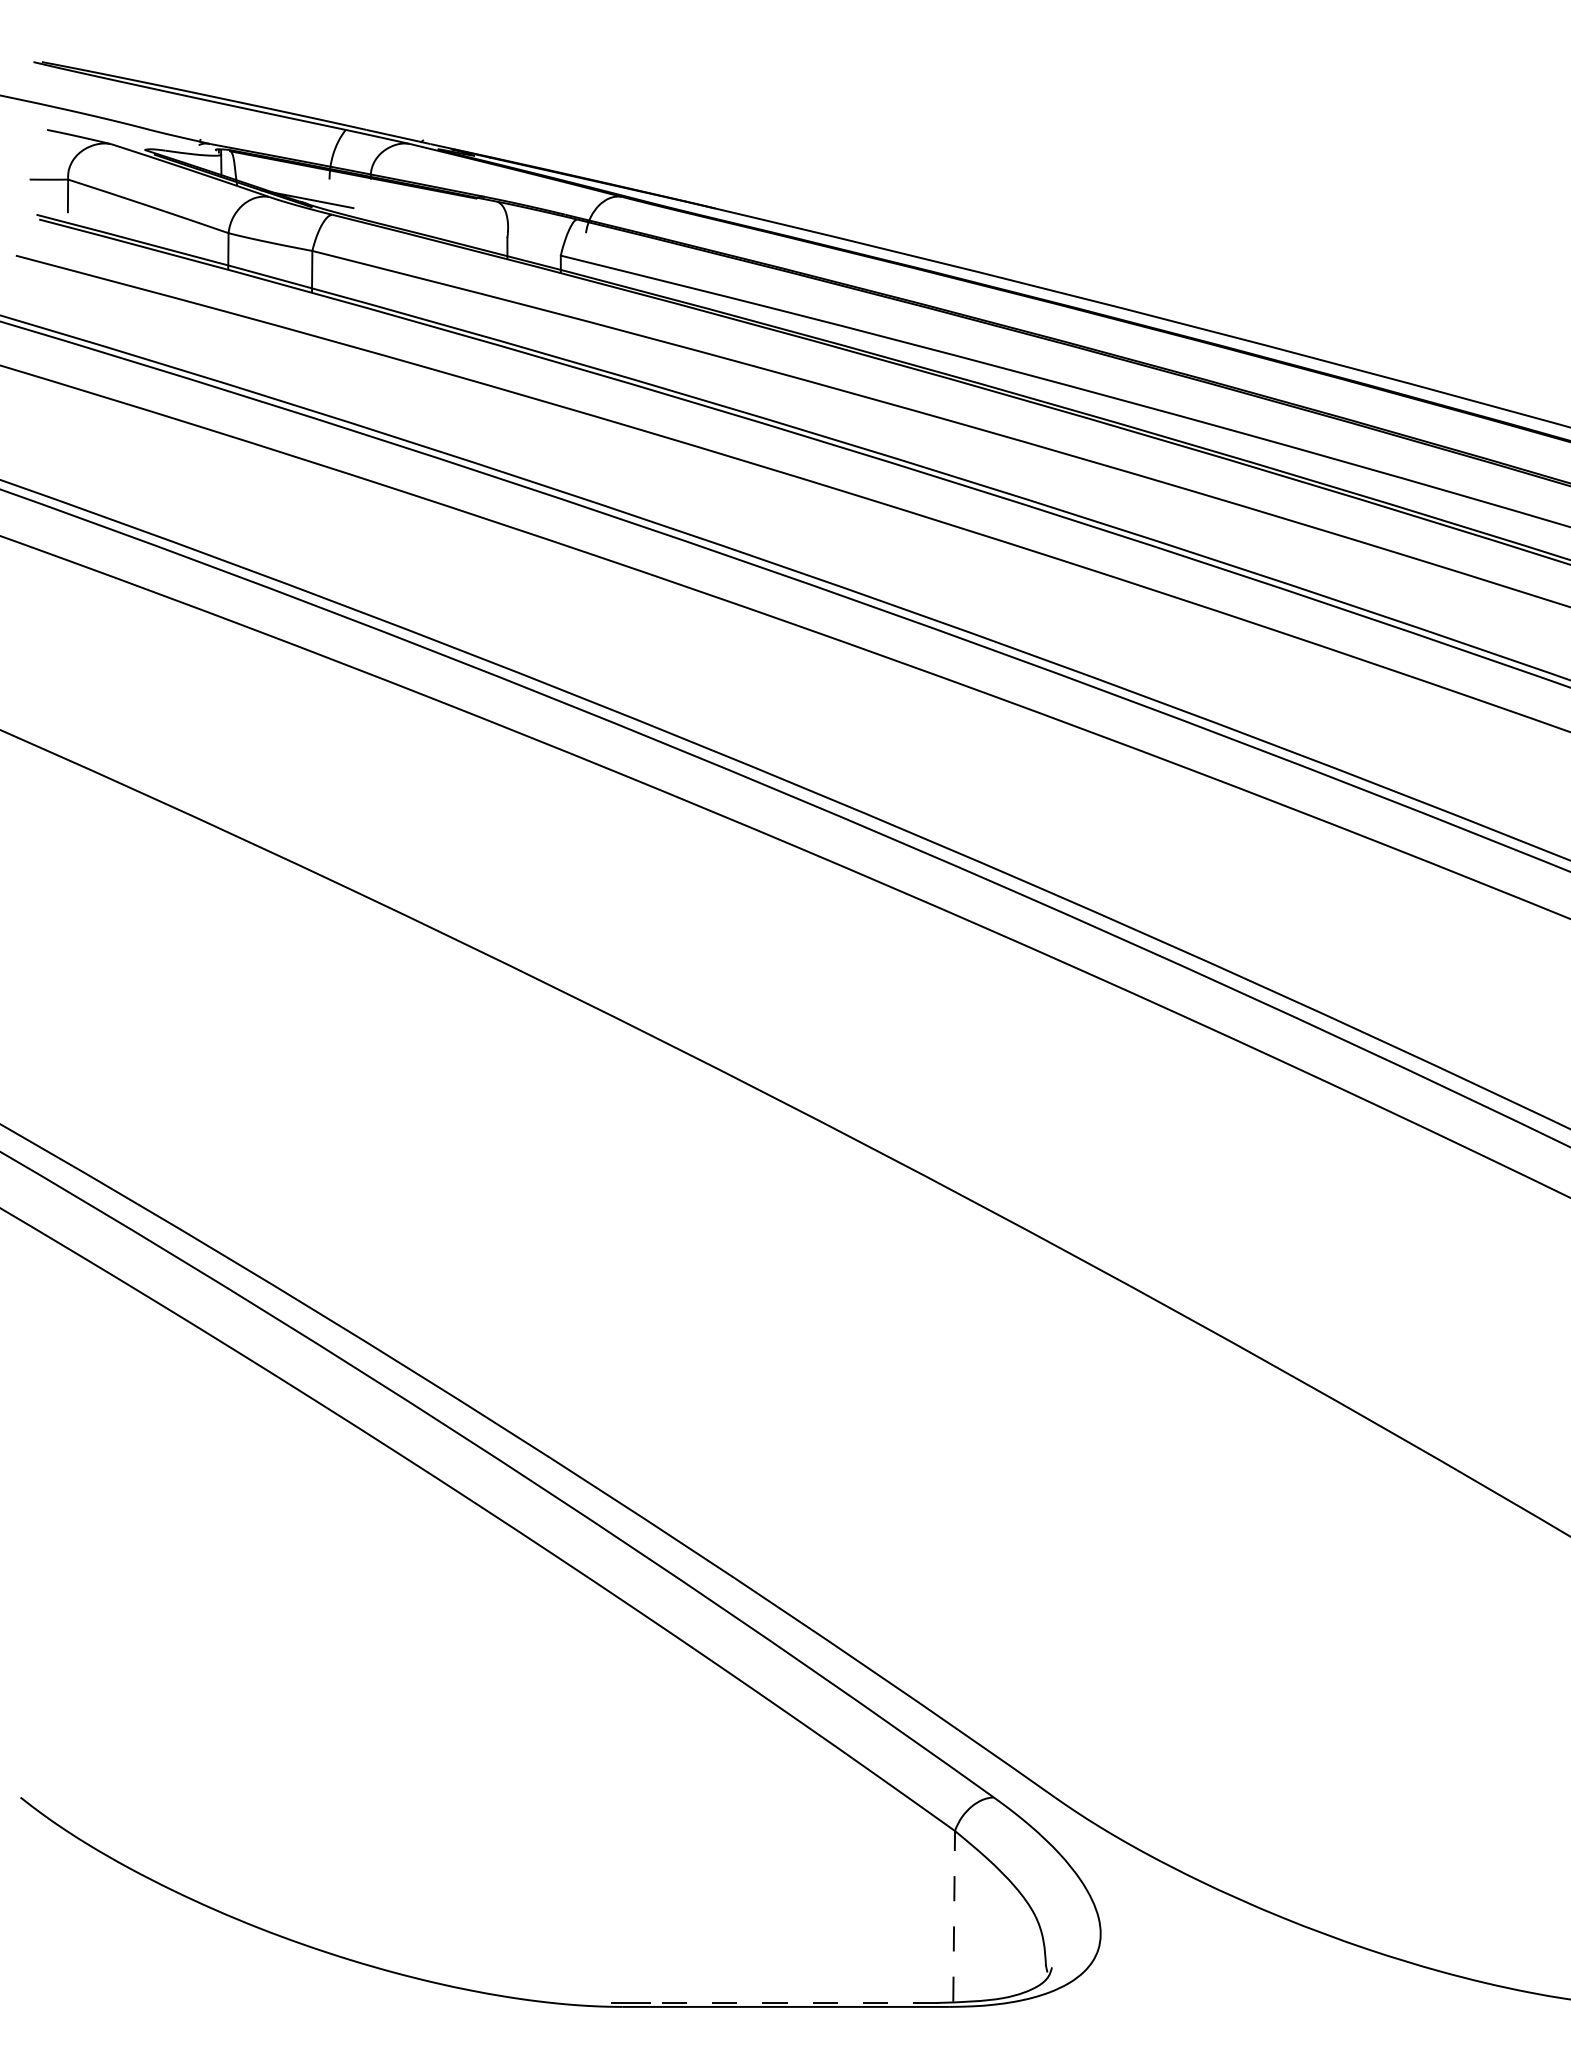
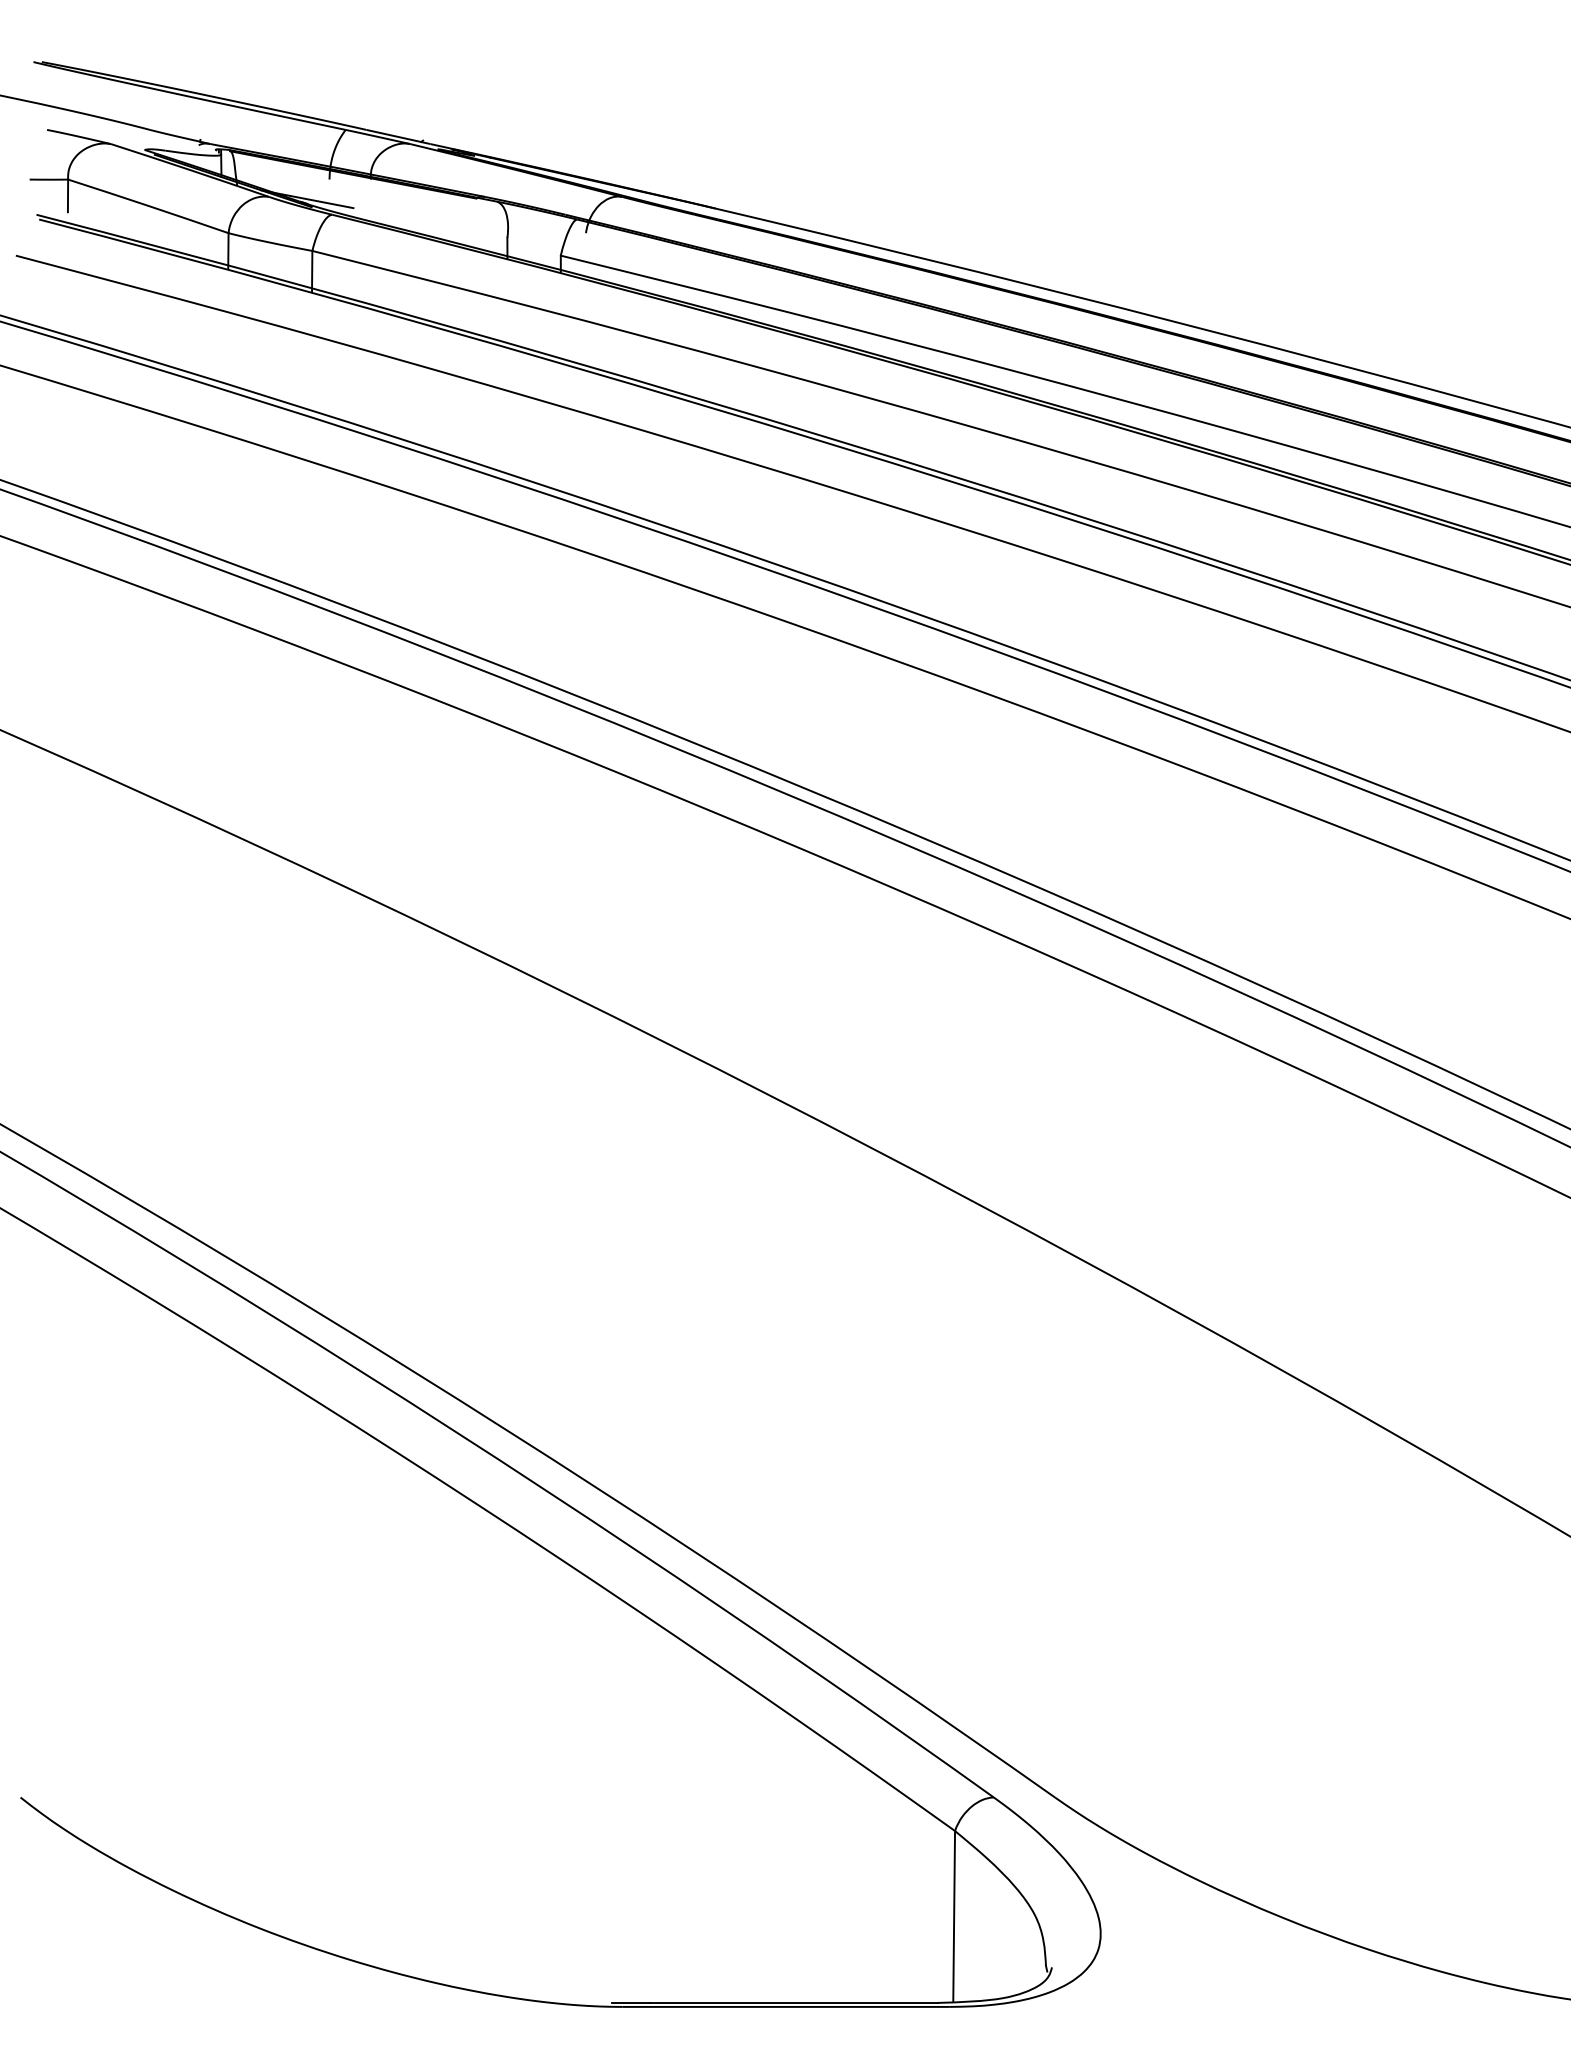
line at (954, 1915): dashed -> solid
line at (793, 2002): dashed -> solid
